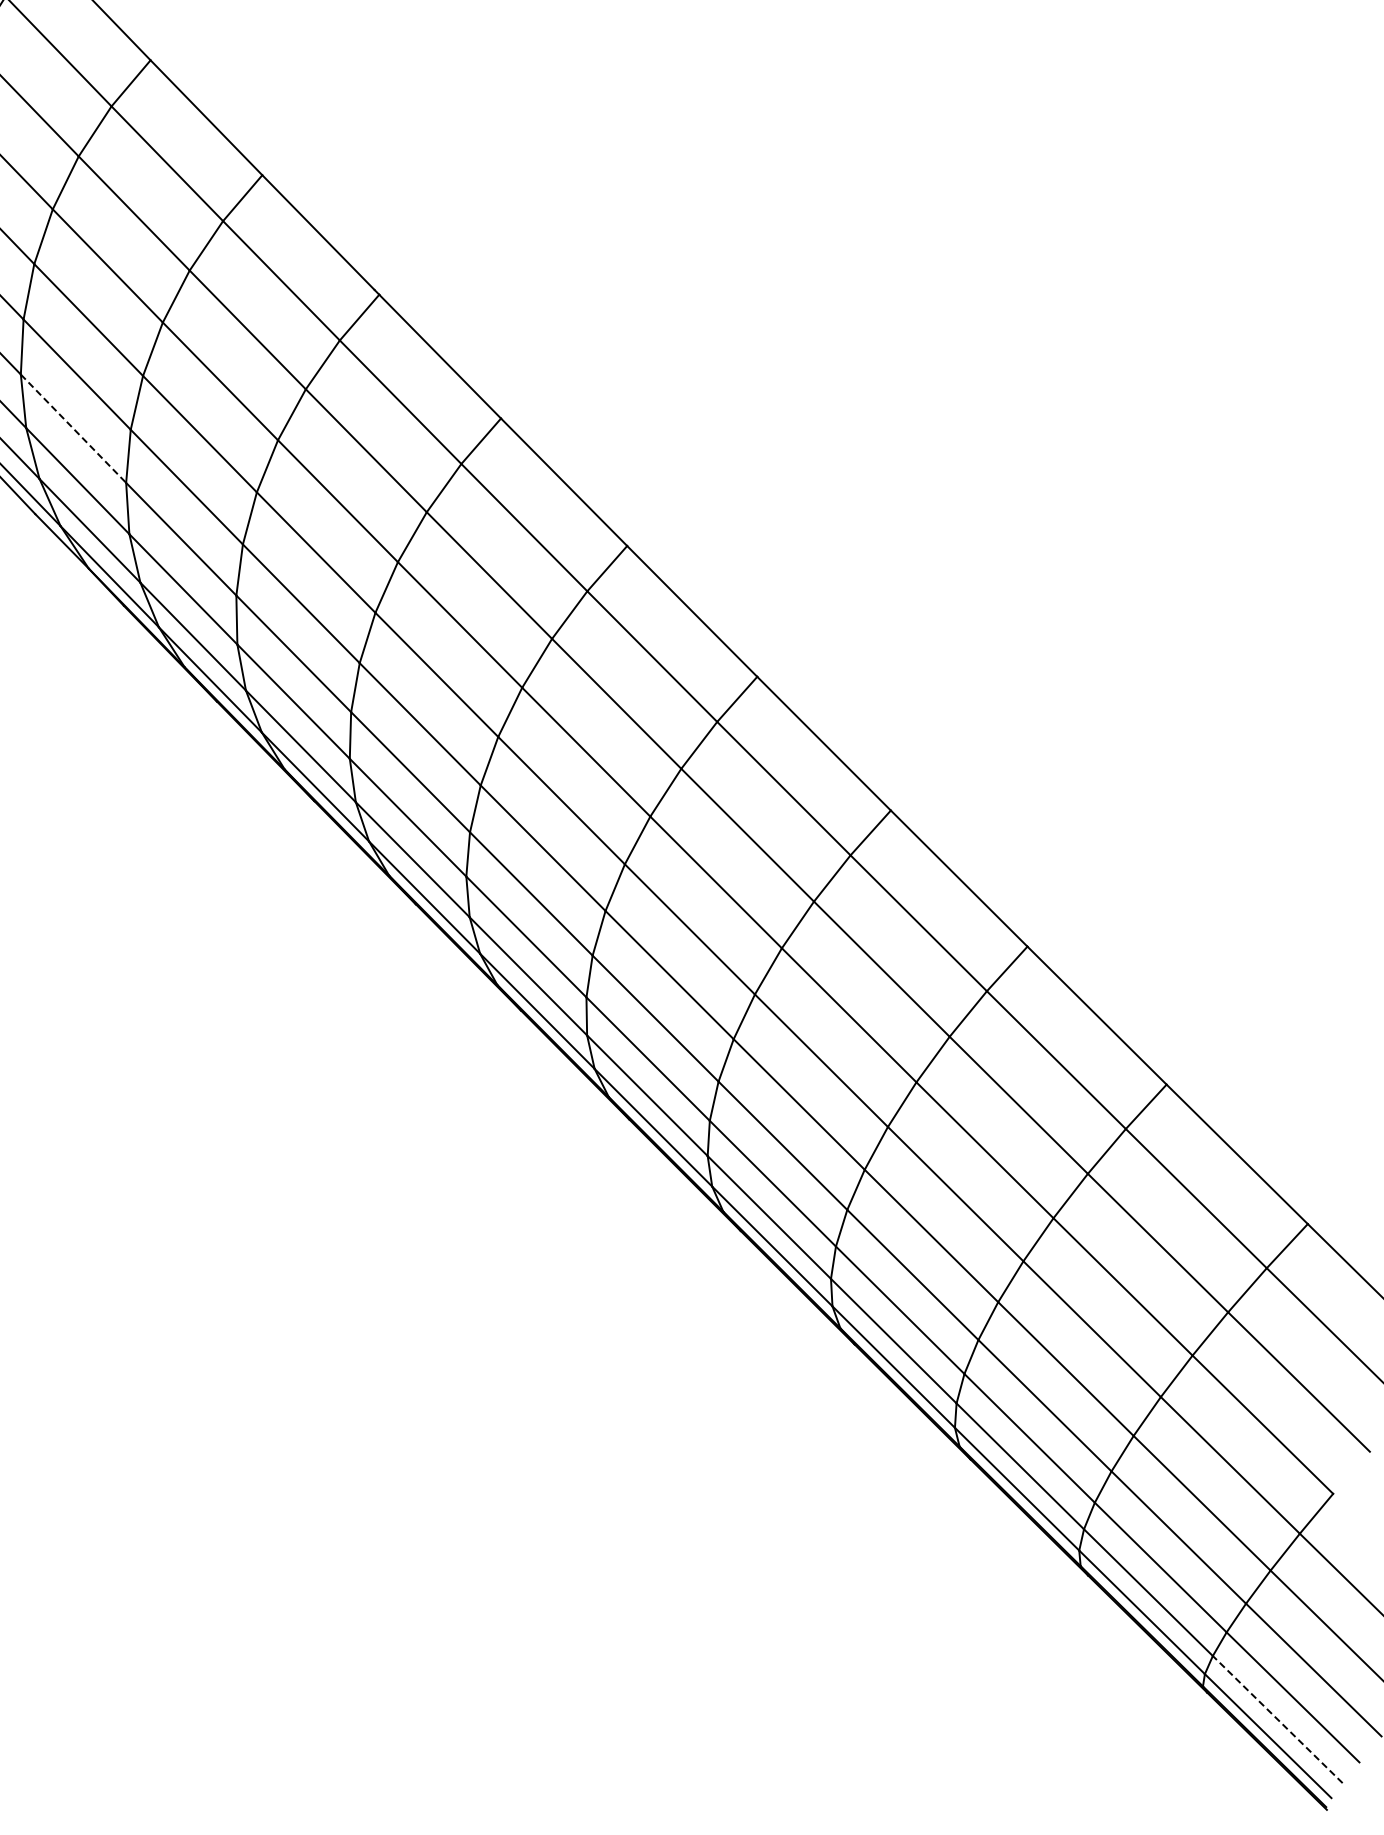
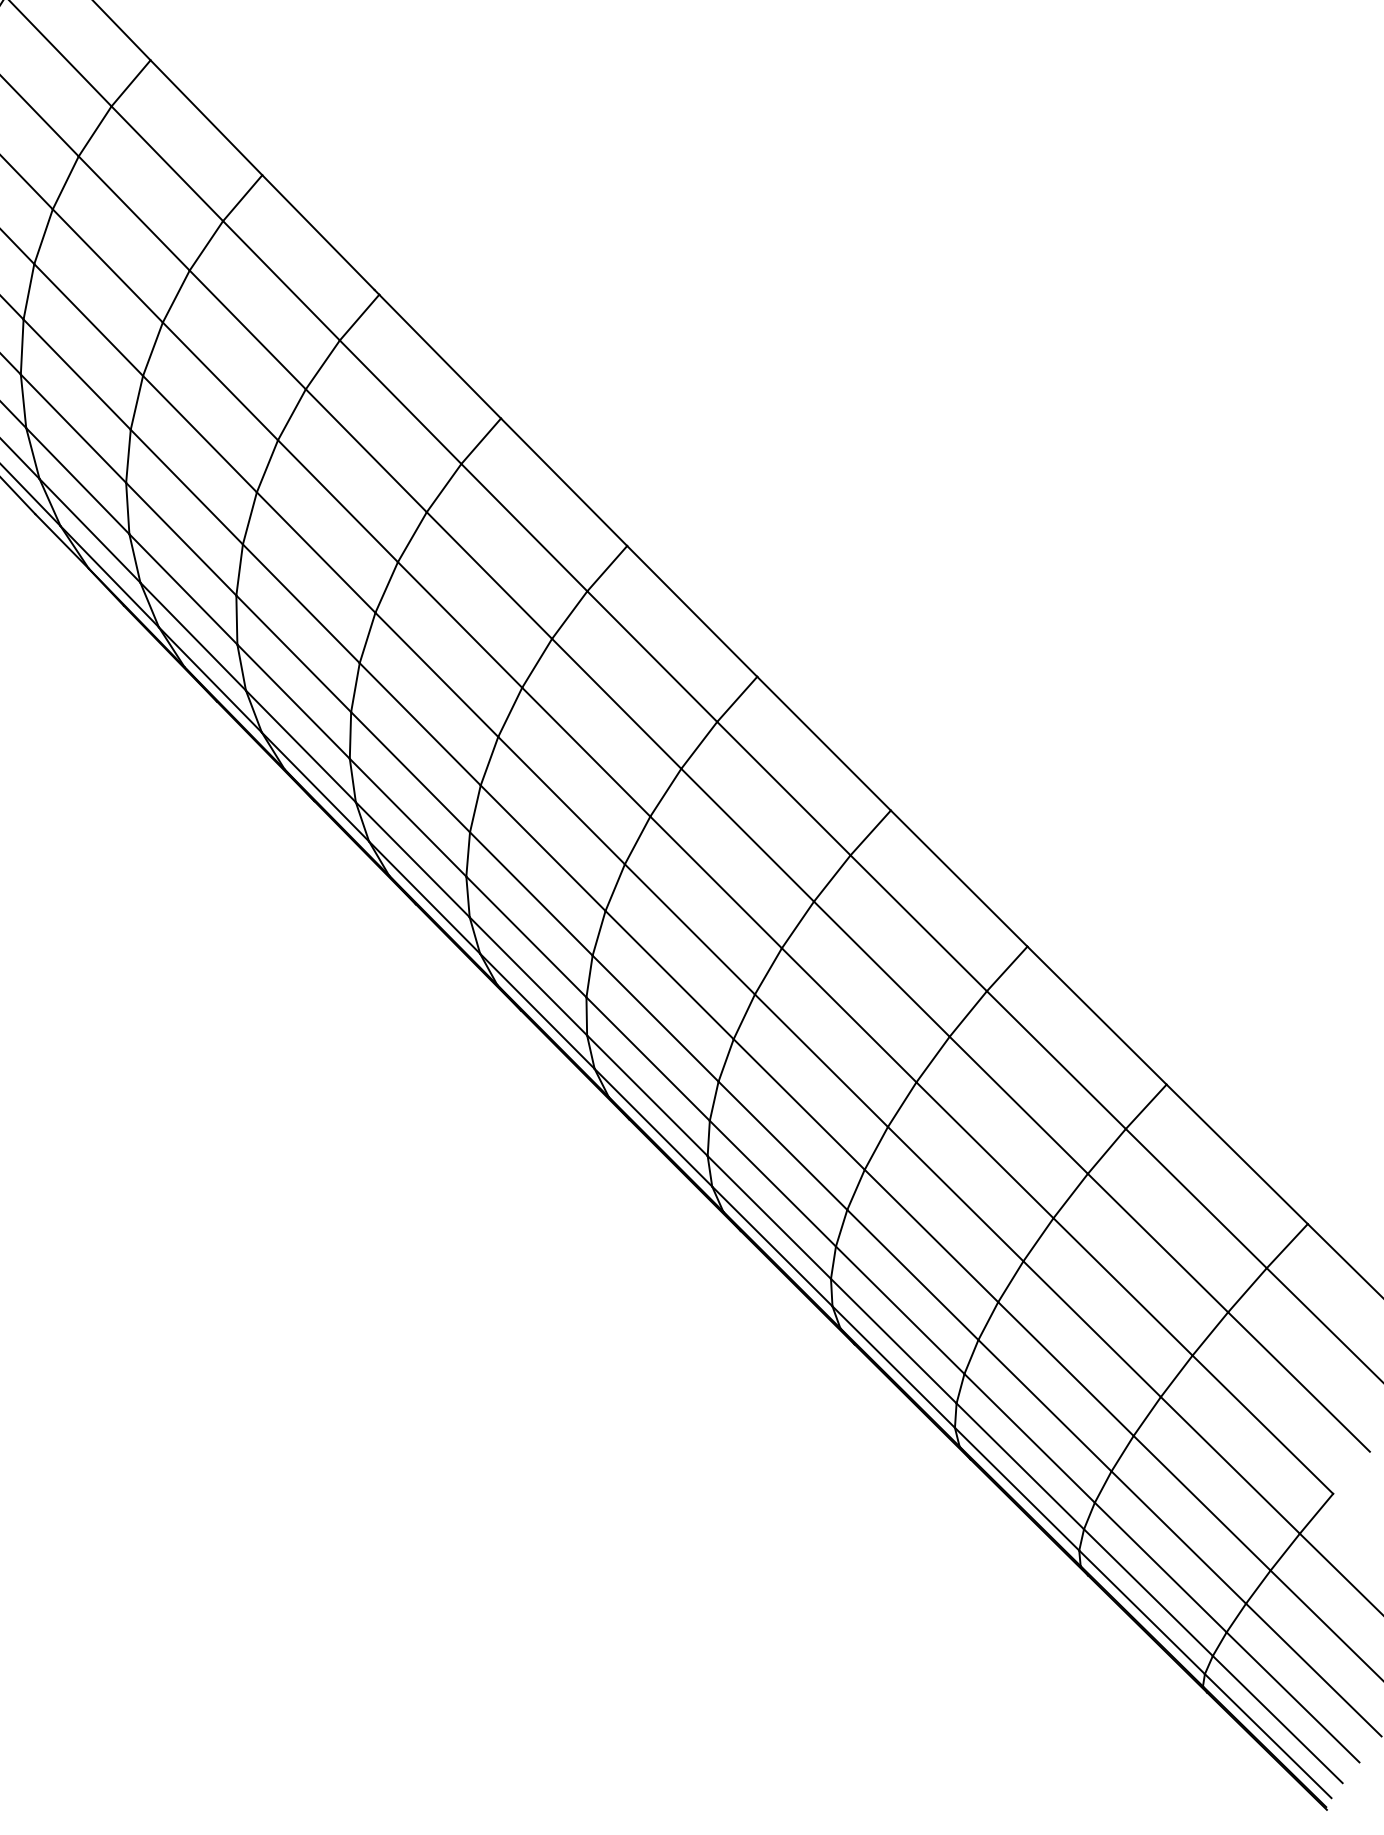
line at (73, 428): dashed -> solid
line at (1277, 1719): dashed -> solid
